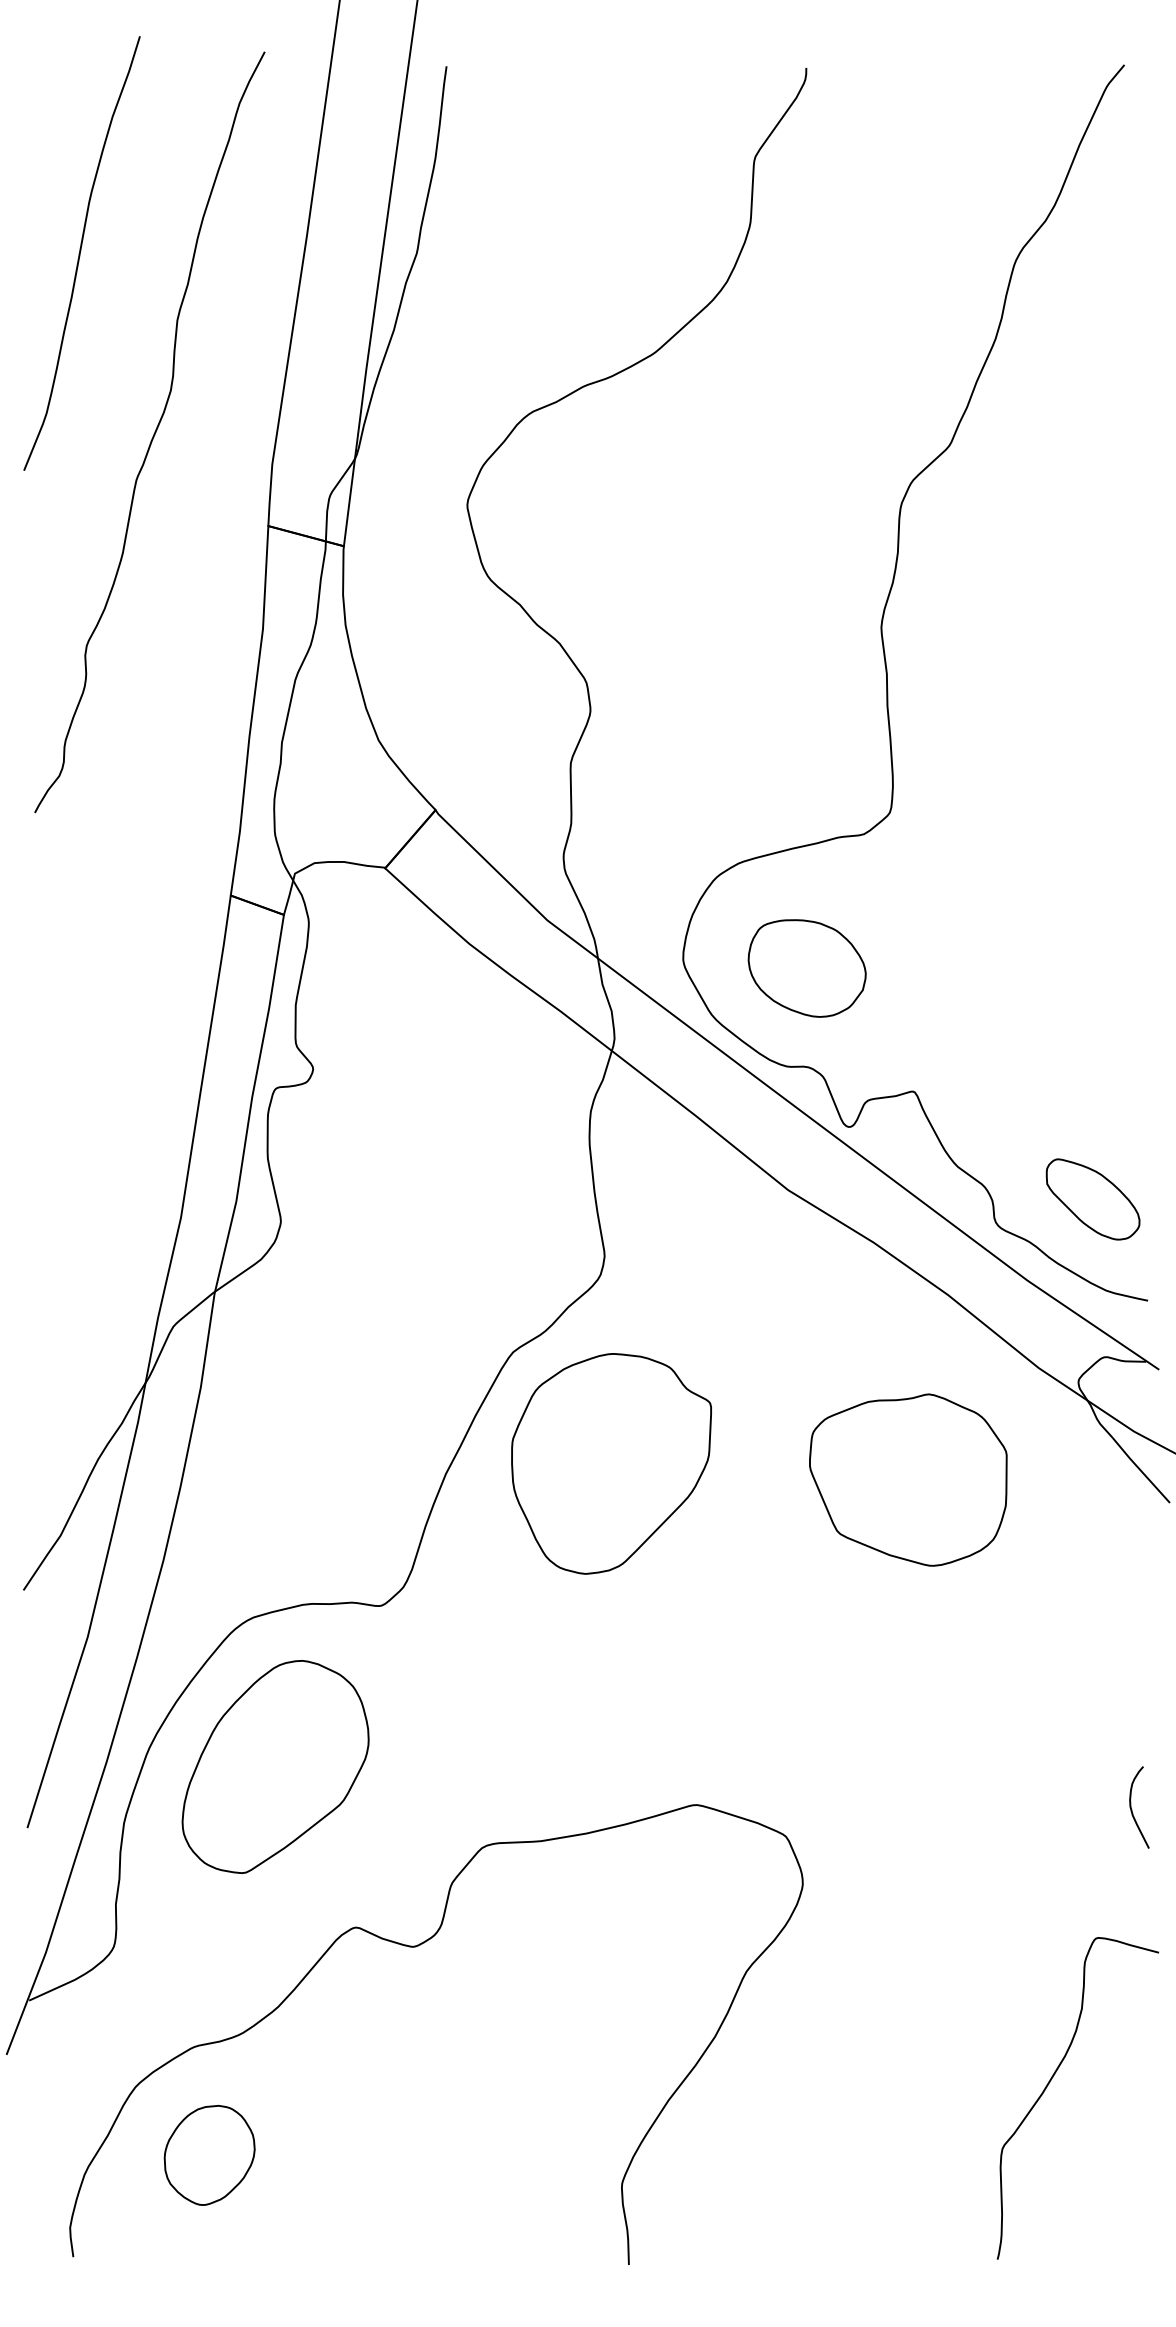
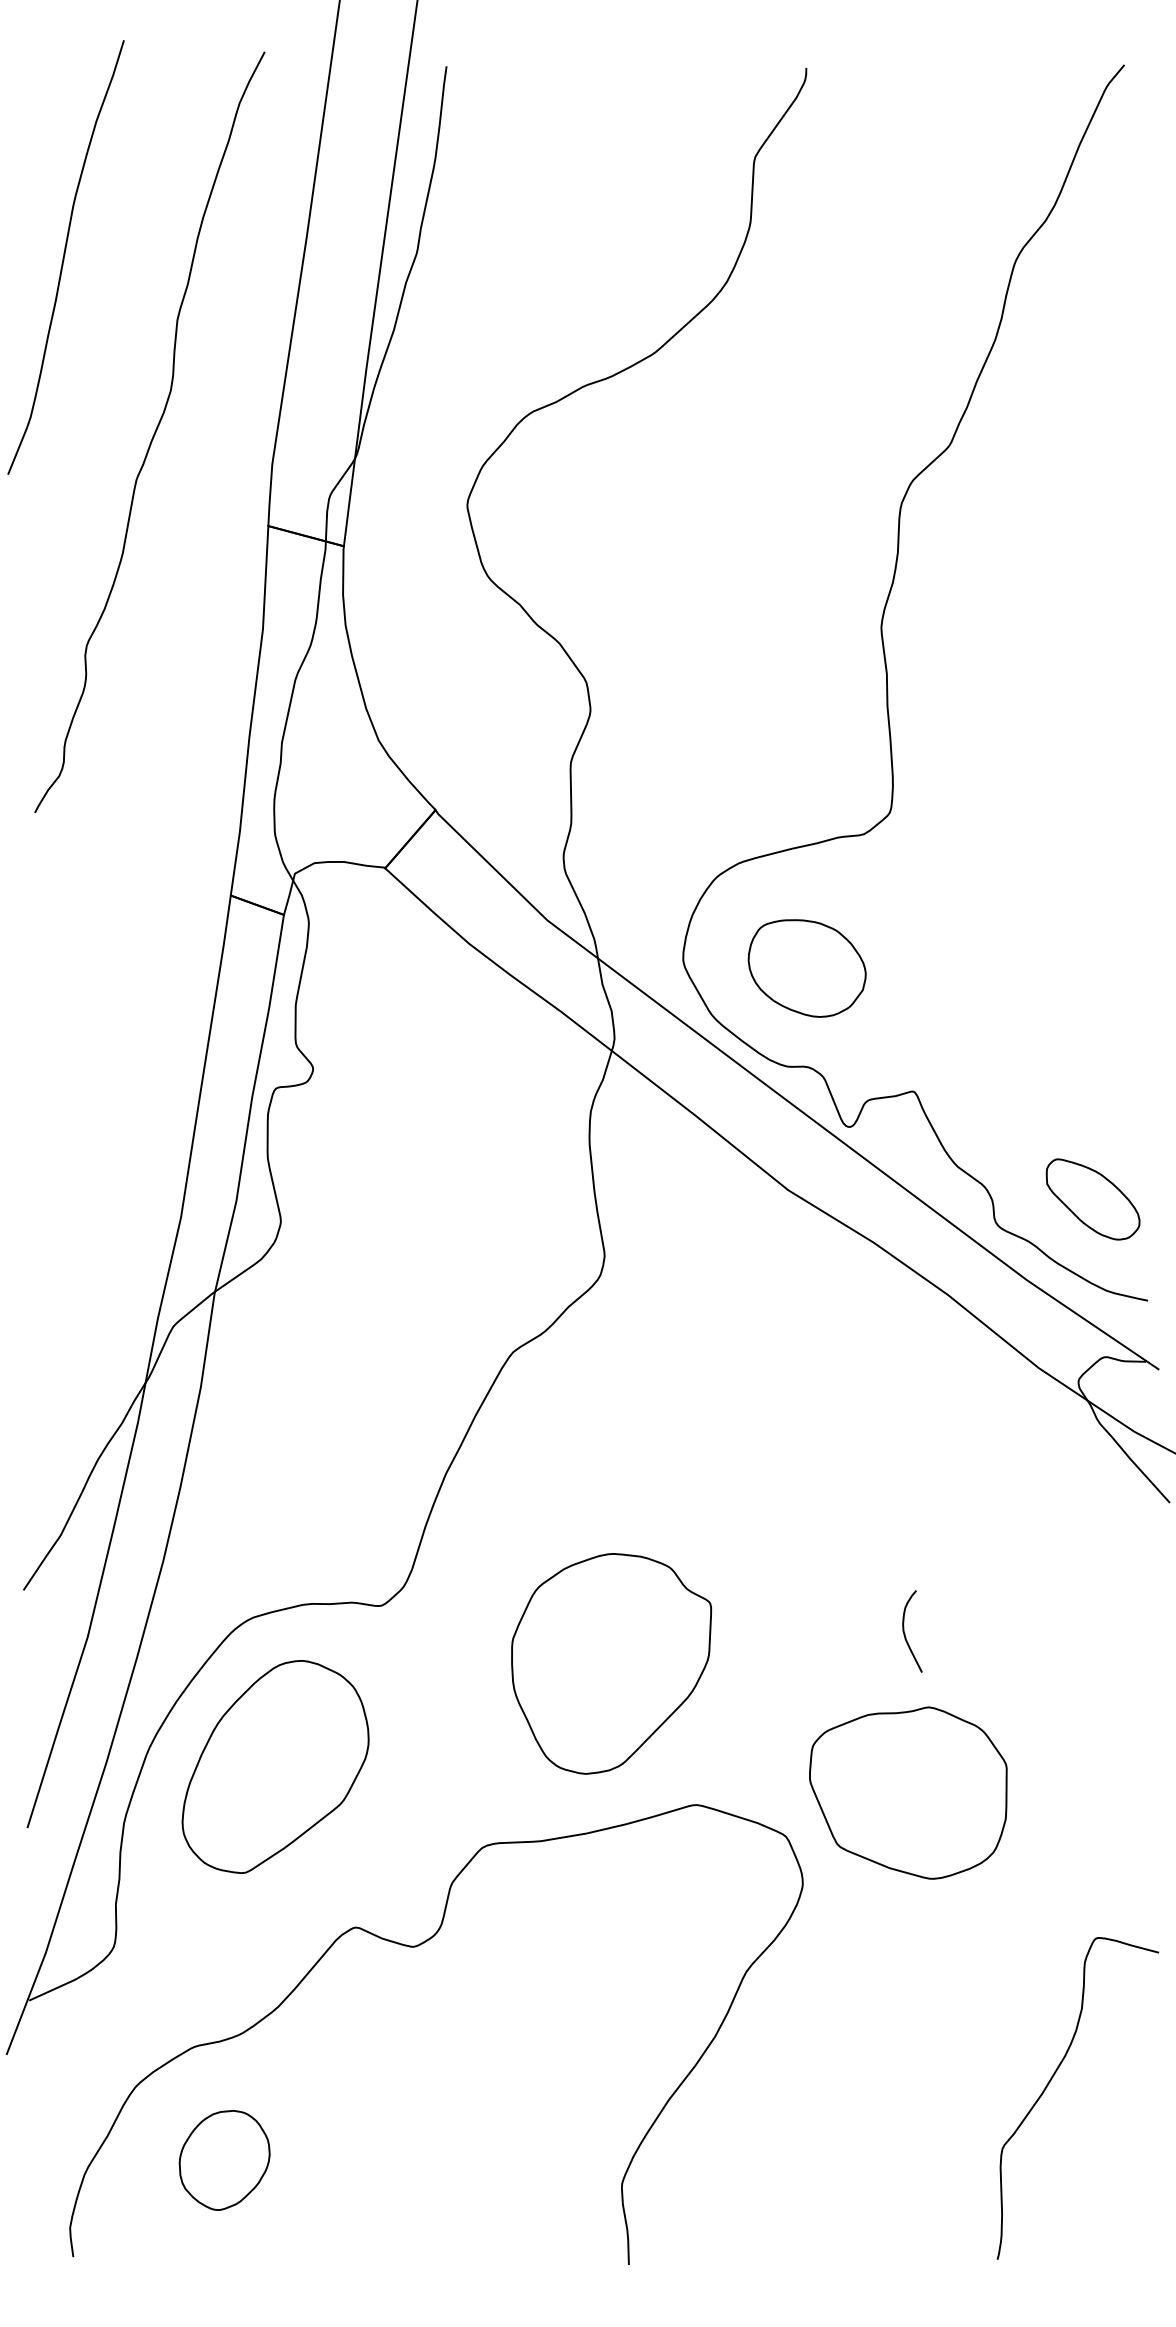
curve at (80, 253) position: (80, 253) -> (64, 257)
part at (611, 1463) position: (611, 1463) -> (611, 1663)
part at (908, 1479) position: (908, 1479) -> (908, 1792)
curve at (1132, 1809) position: (1132, 1809) -> (905, 1633)
part at (209, 2154) position: (209, 2154) -> (224, 2159)
